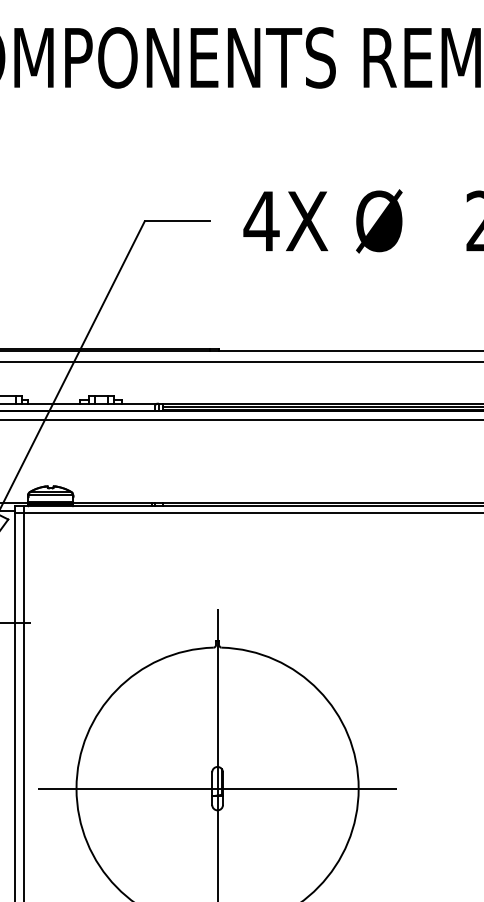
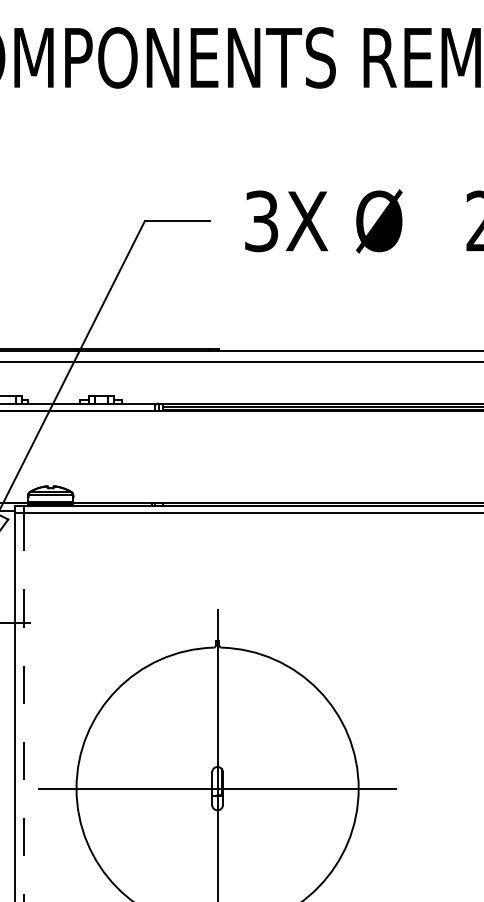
text at (261, 221): 4X -> 3X
line at (241, 419): present -> none
line at (23, 708): solid -> dashed
